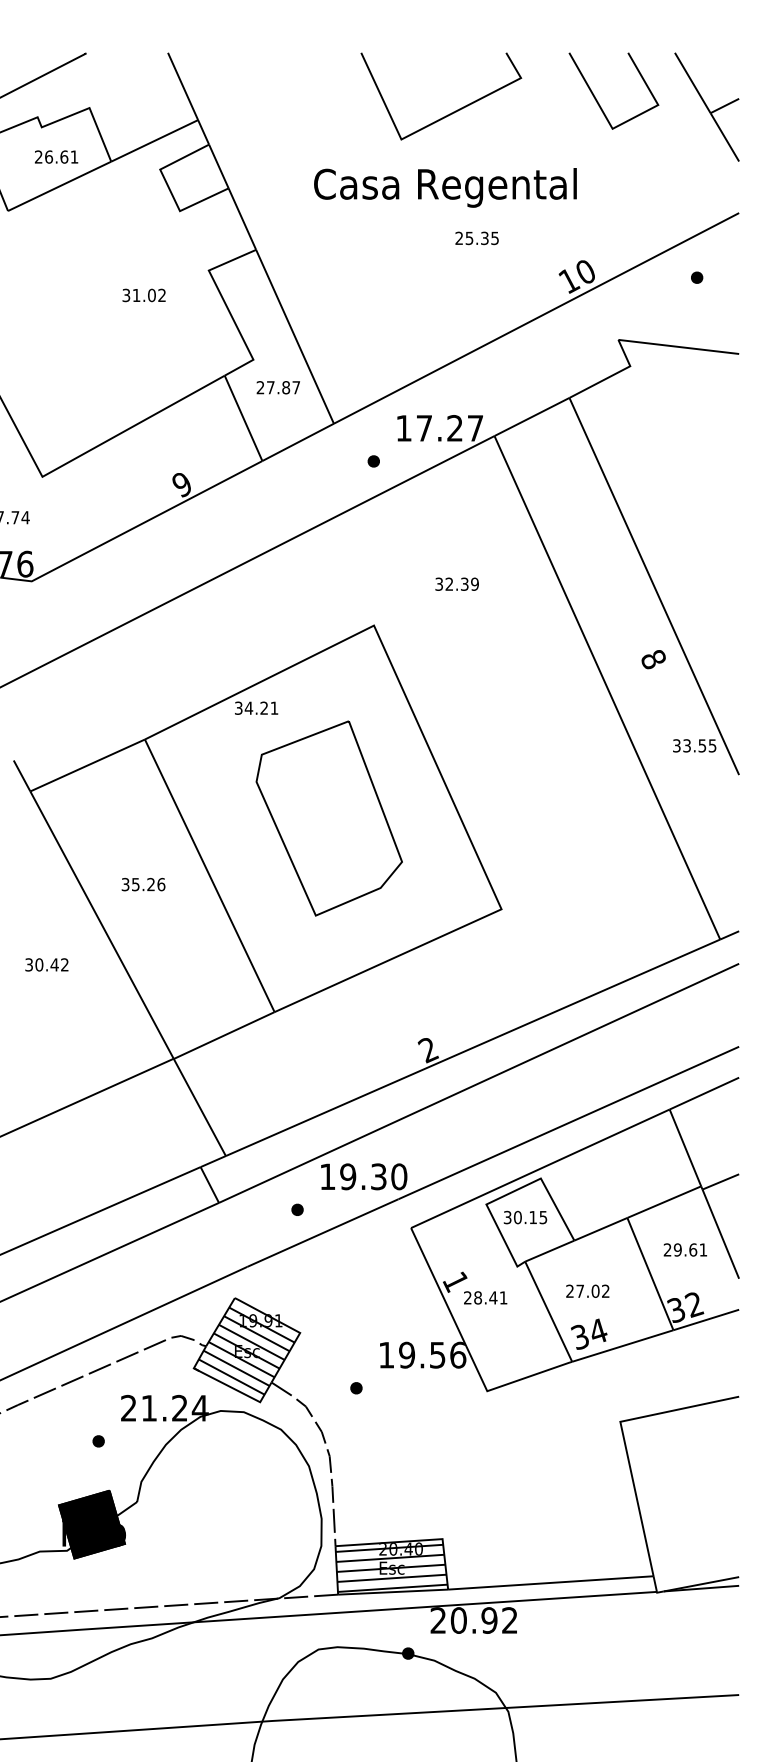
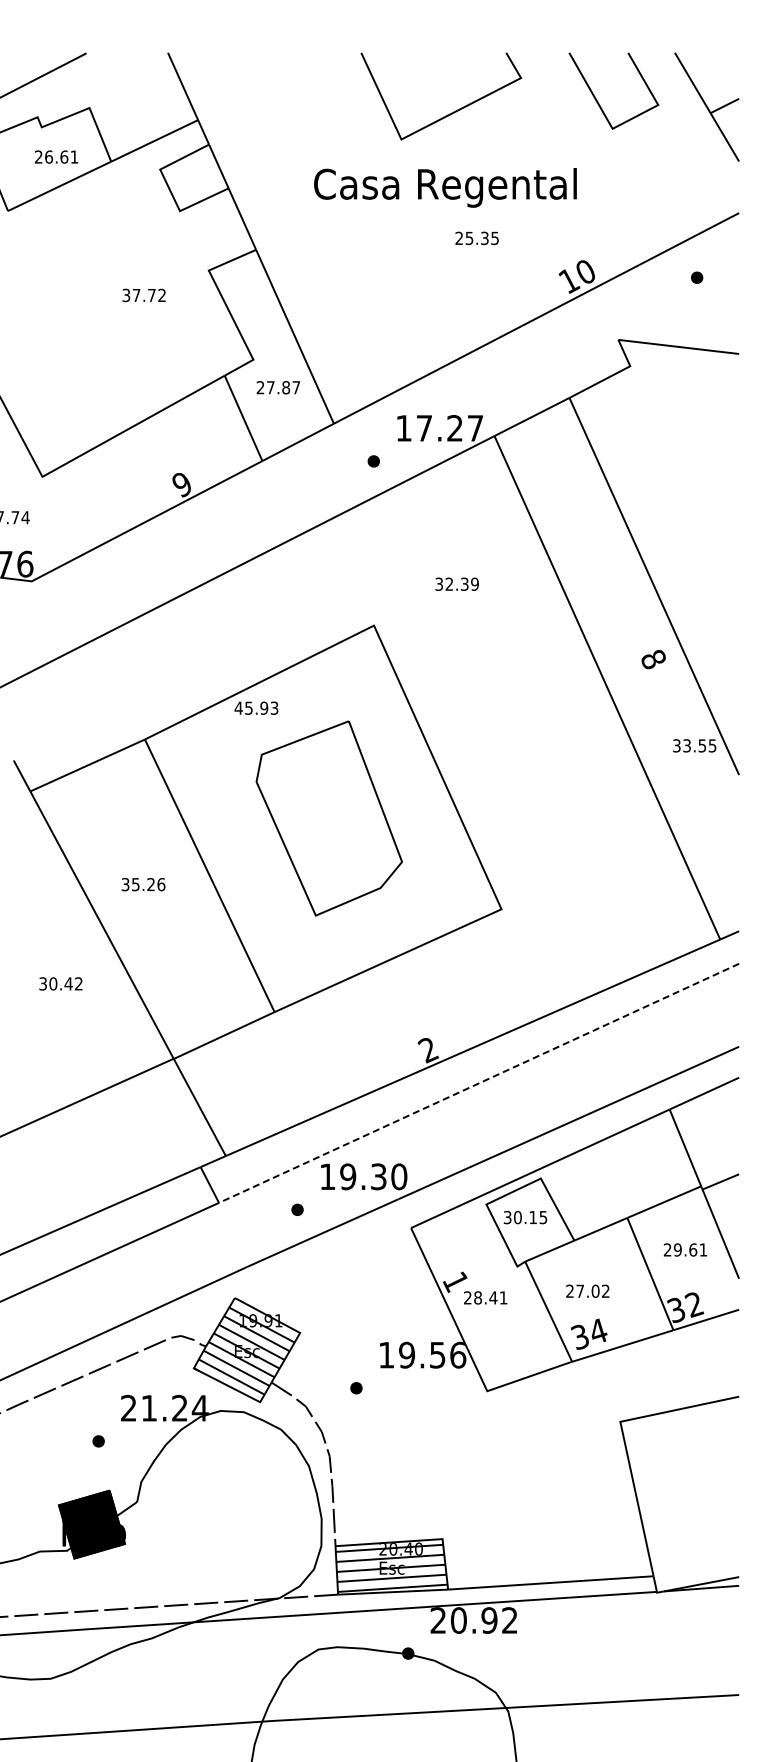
text at (143, 295): 31.02 -> 37.72
text at (256, 707): 34.21 -> 45.93
text at (46, 964) position: (46, 964) -> (60, 983)
line at (478, 1083): solid -> dashed
